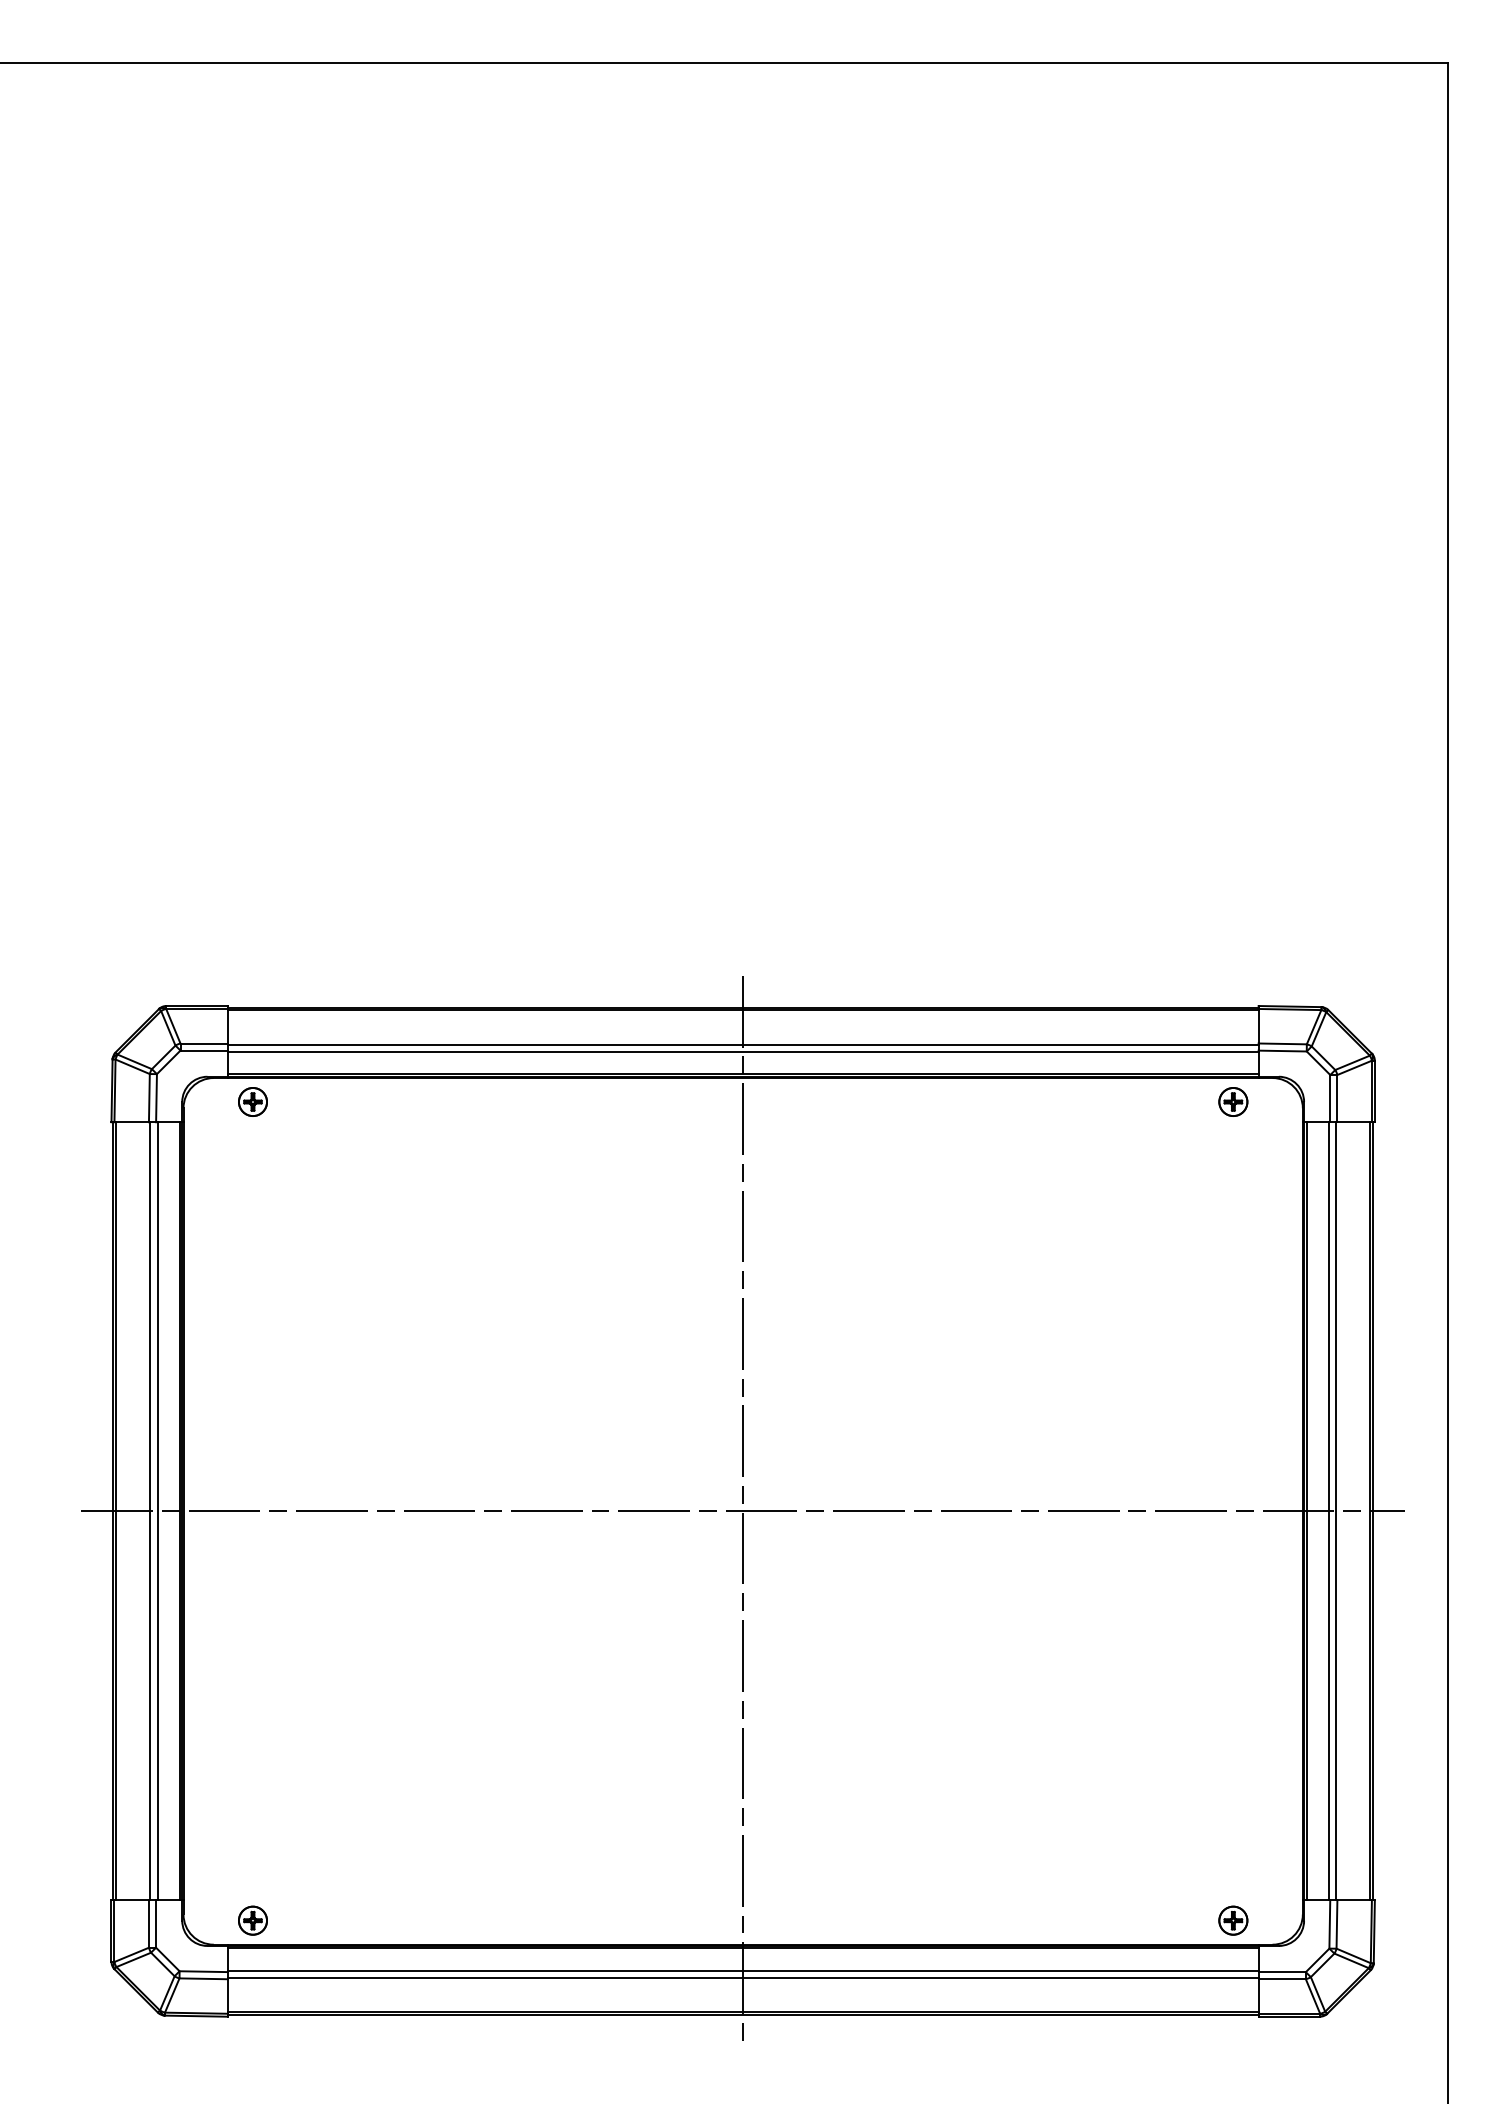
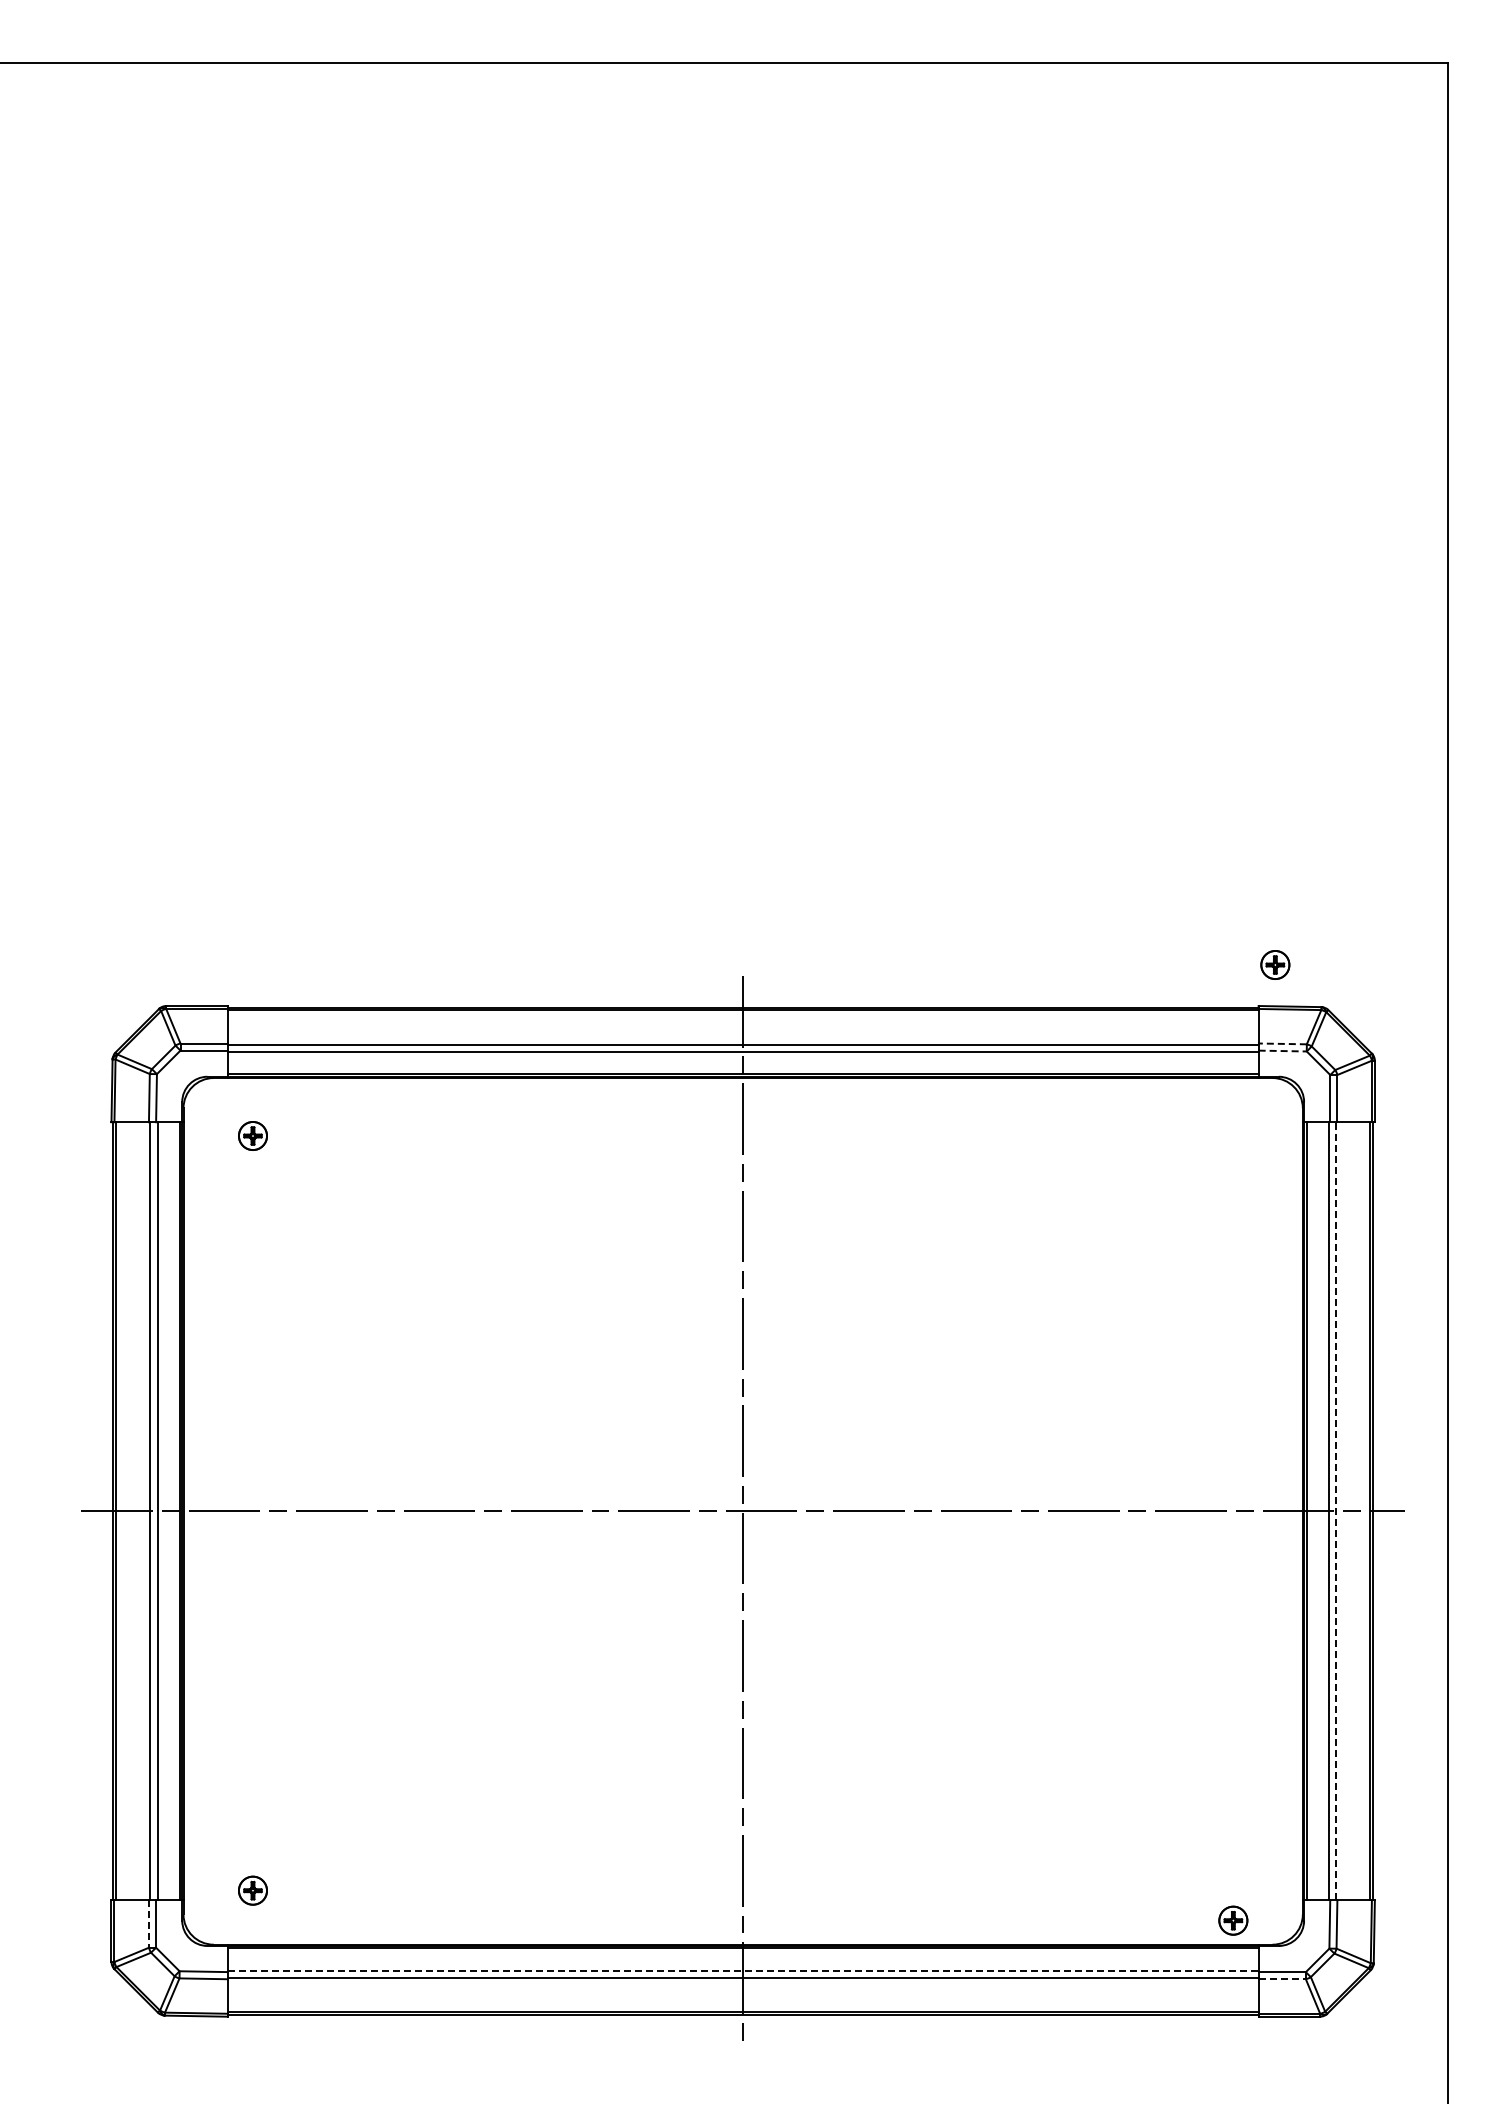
line at (1282, 1043): solid -> dashed
line at (1283, 1051): solid -> dashed
part at (252, 1101) position: (252, 1101) -> (252, 1135)
part at (1233, 1101) position: (1233, 1101) -> (1275, 964)
line at (1335, 1510): solid -> dashed
part at (252, 1920) position: (252, 1920) -> (252, 1890)
line at (149, 1924): solid -> dashed
line at (743, 1970): solid -> dashed
line at (1282, 1979): solid -> dashed
